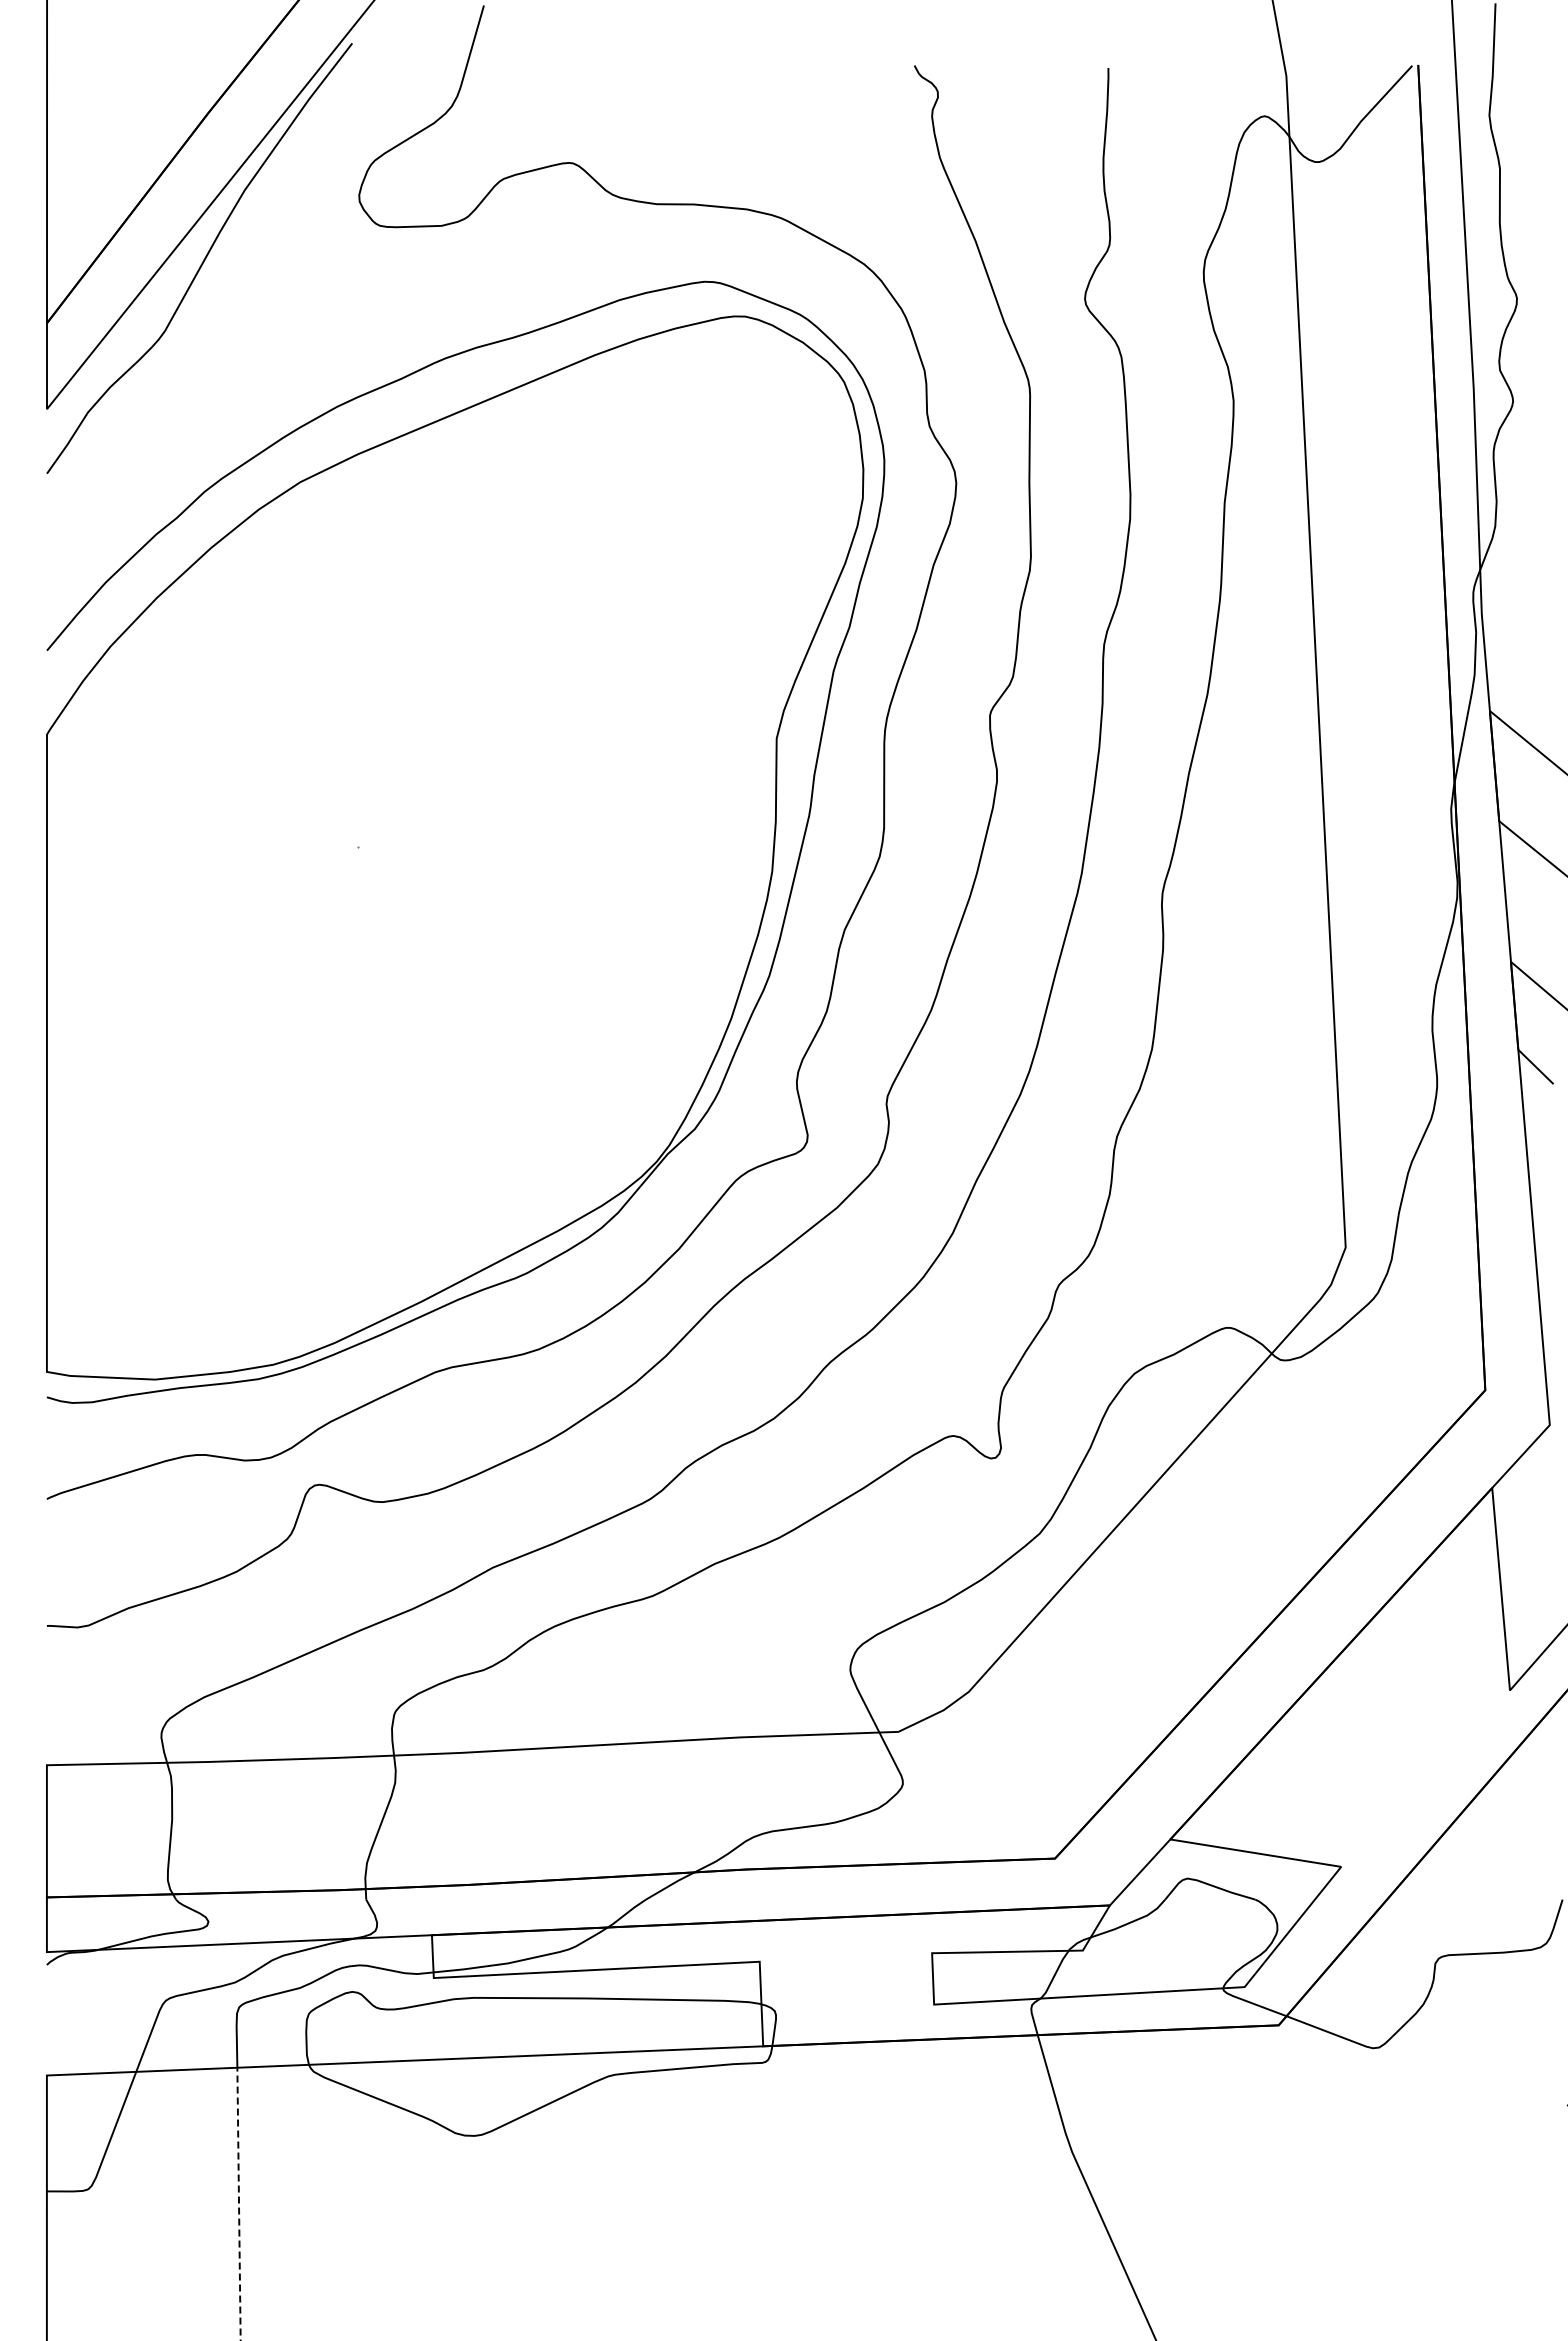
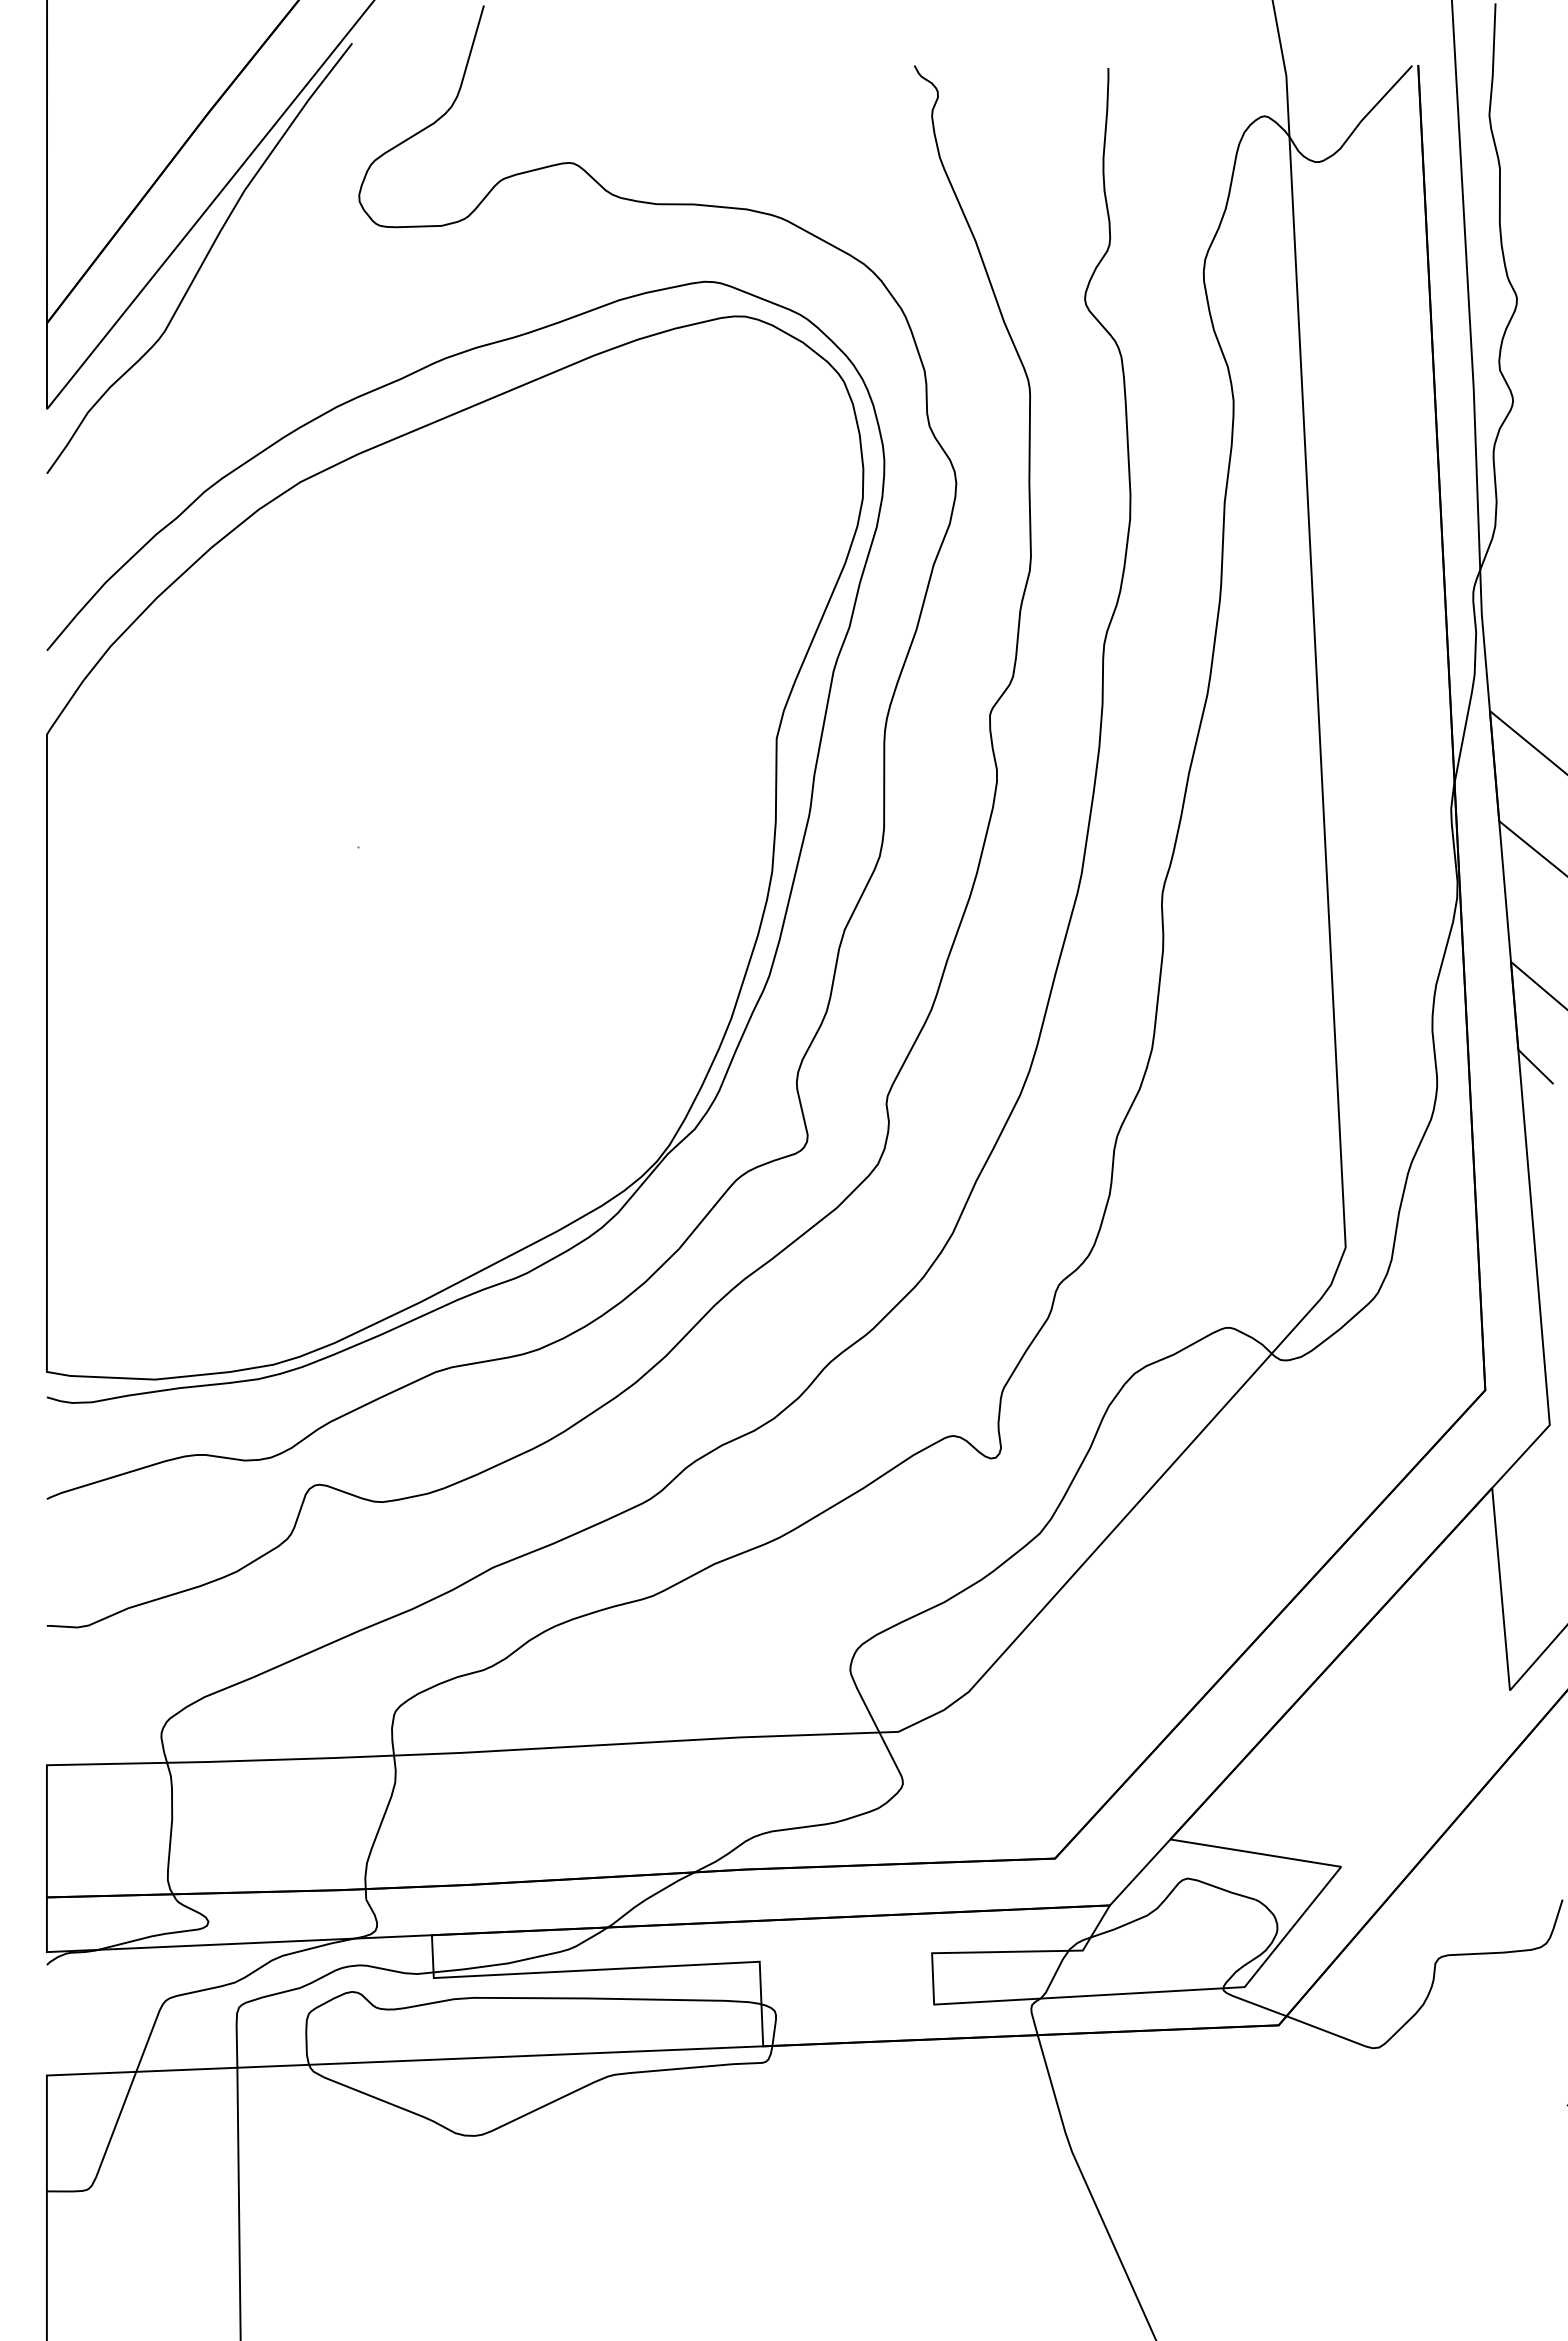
line at (239, 2203): dashed -> solid
